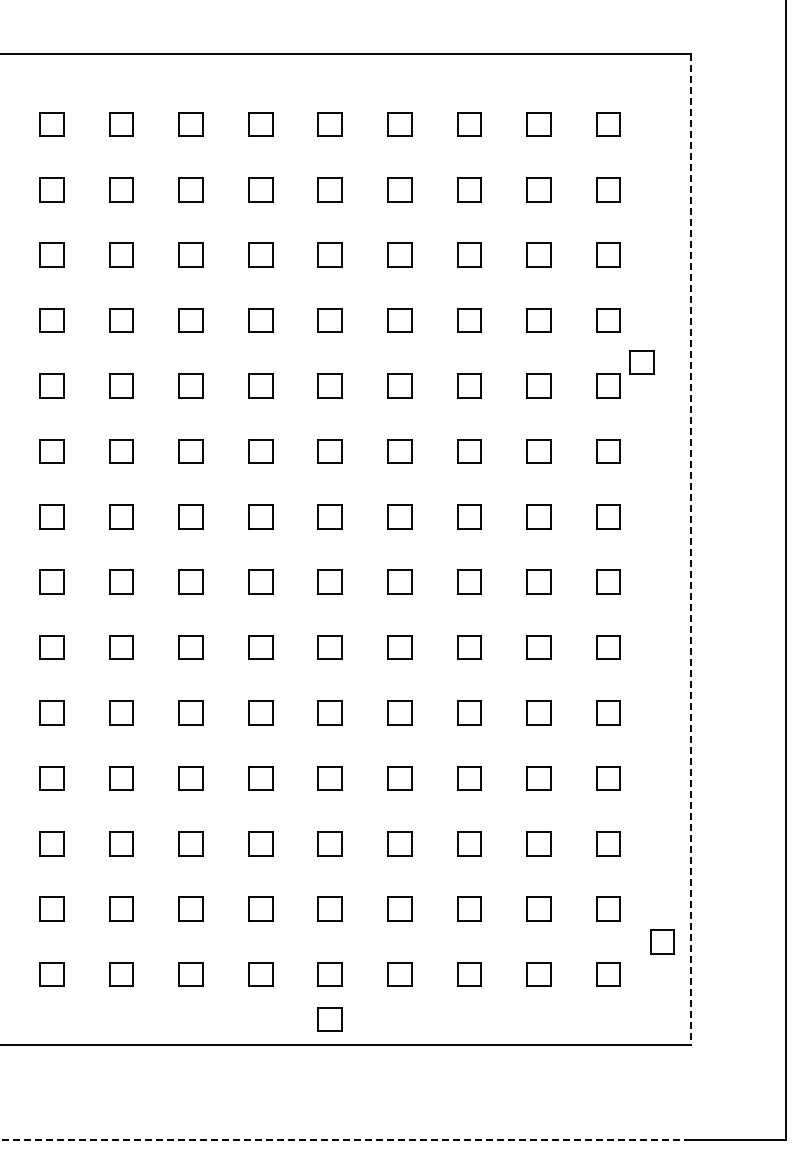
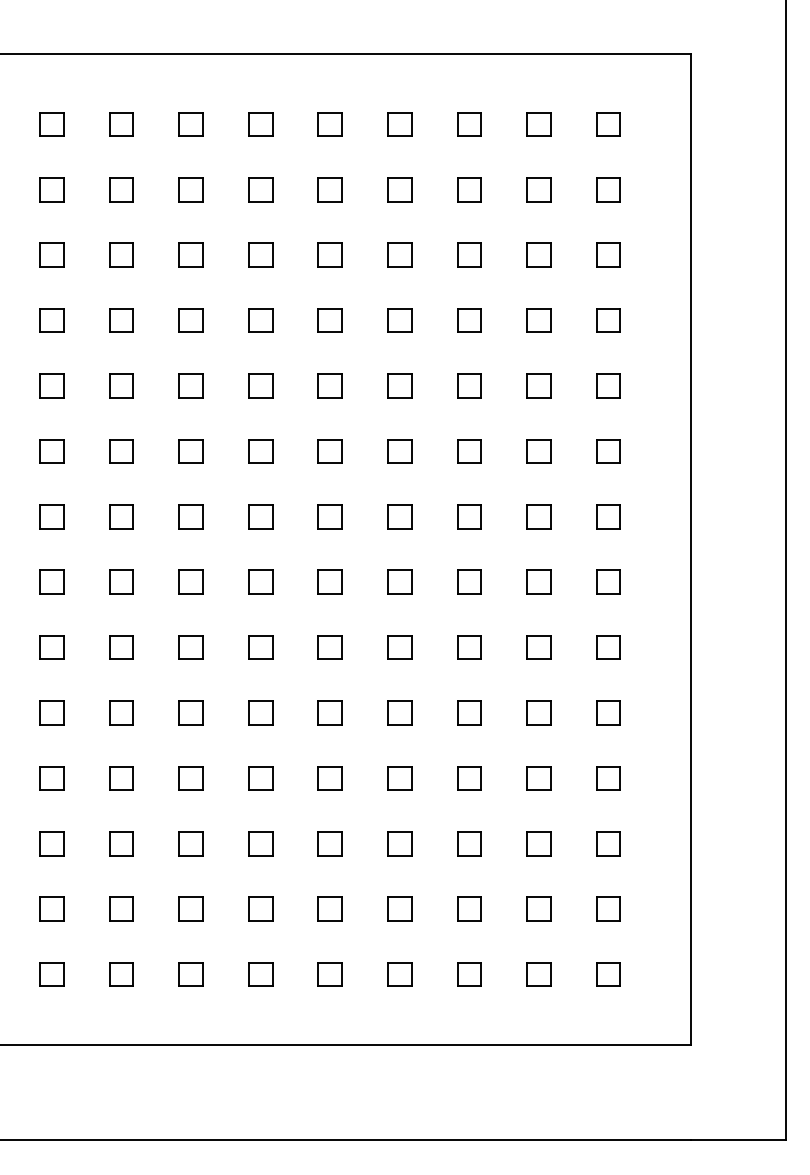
part at (641, 362): present -> none
line at (691, 549): dashed -> solid
part at (662, 941): present -> none
part at (329, 1019): present -> none
line at (345, 1139): dashed -> solid
